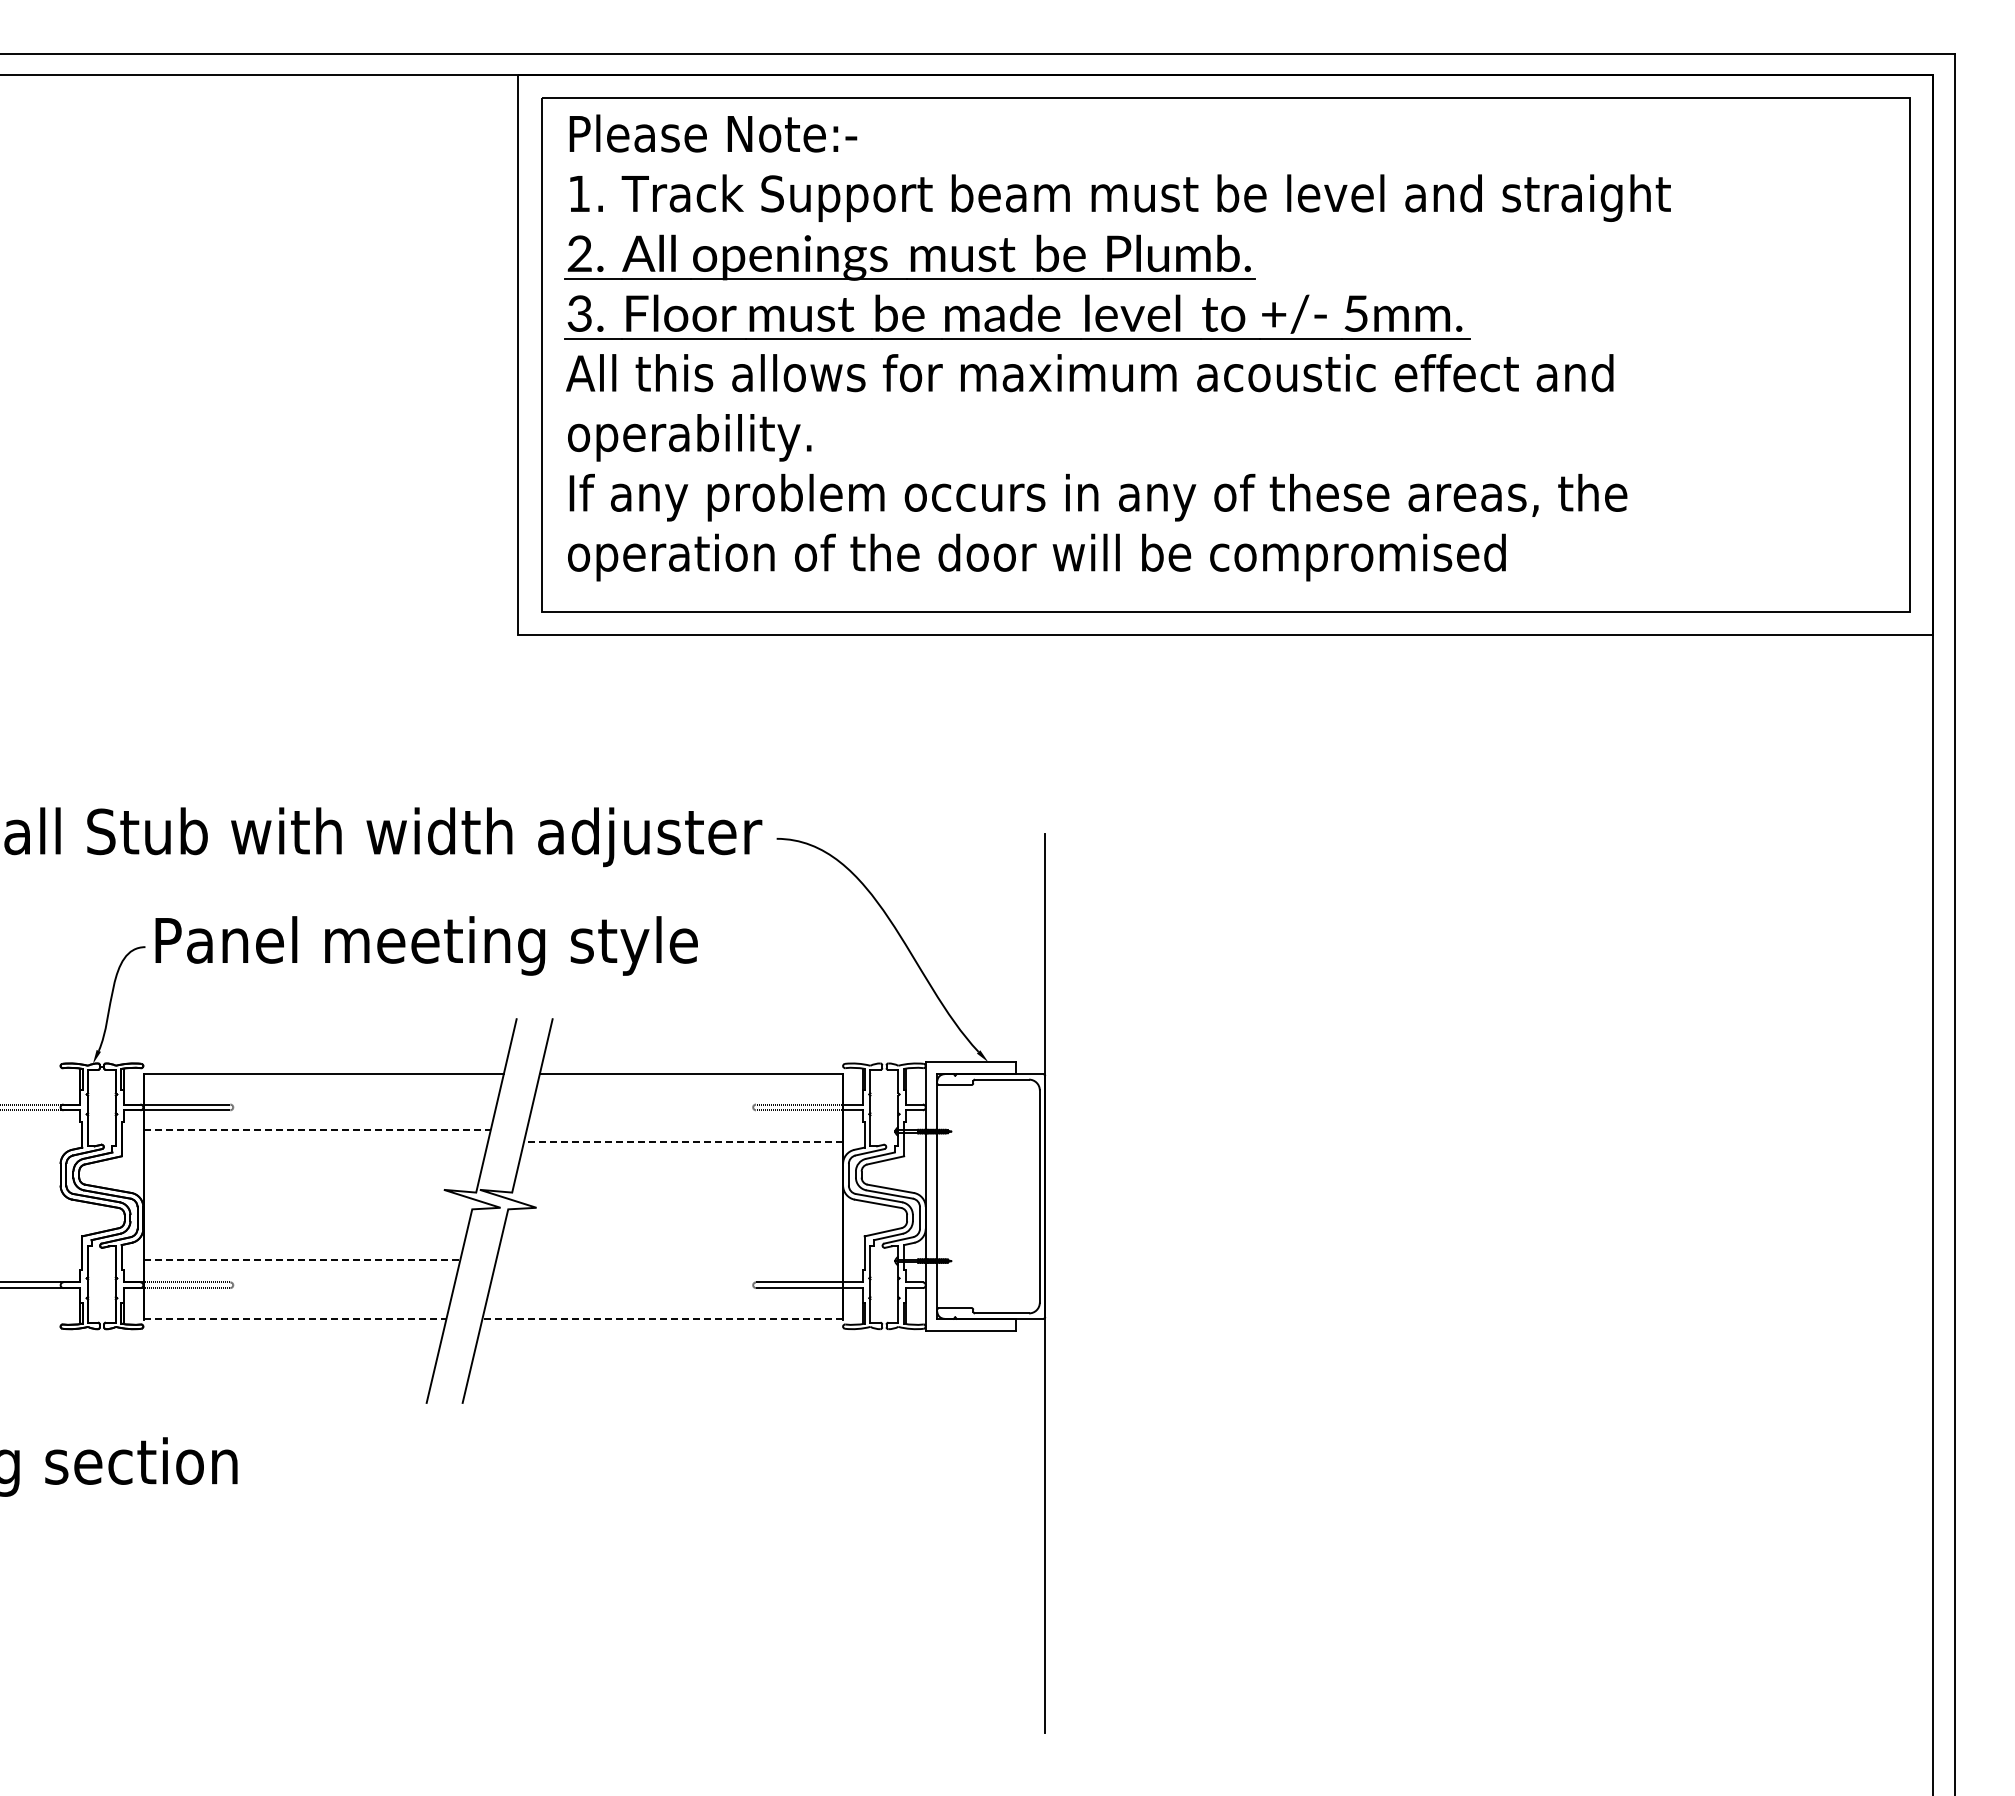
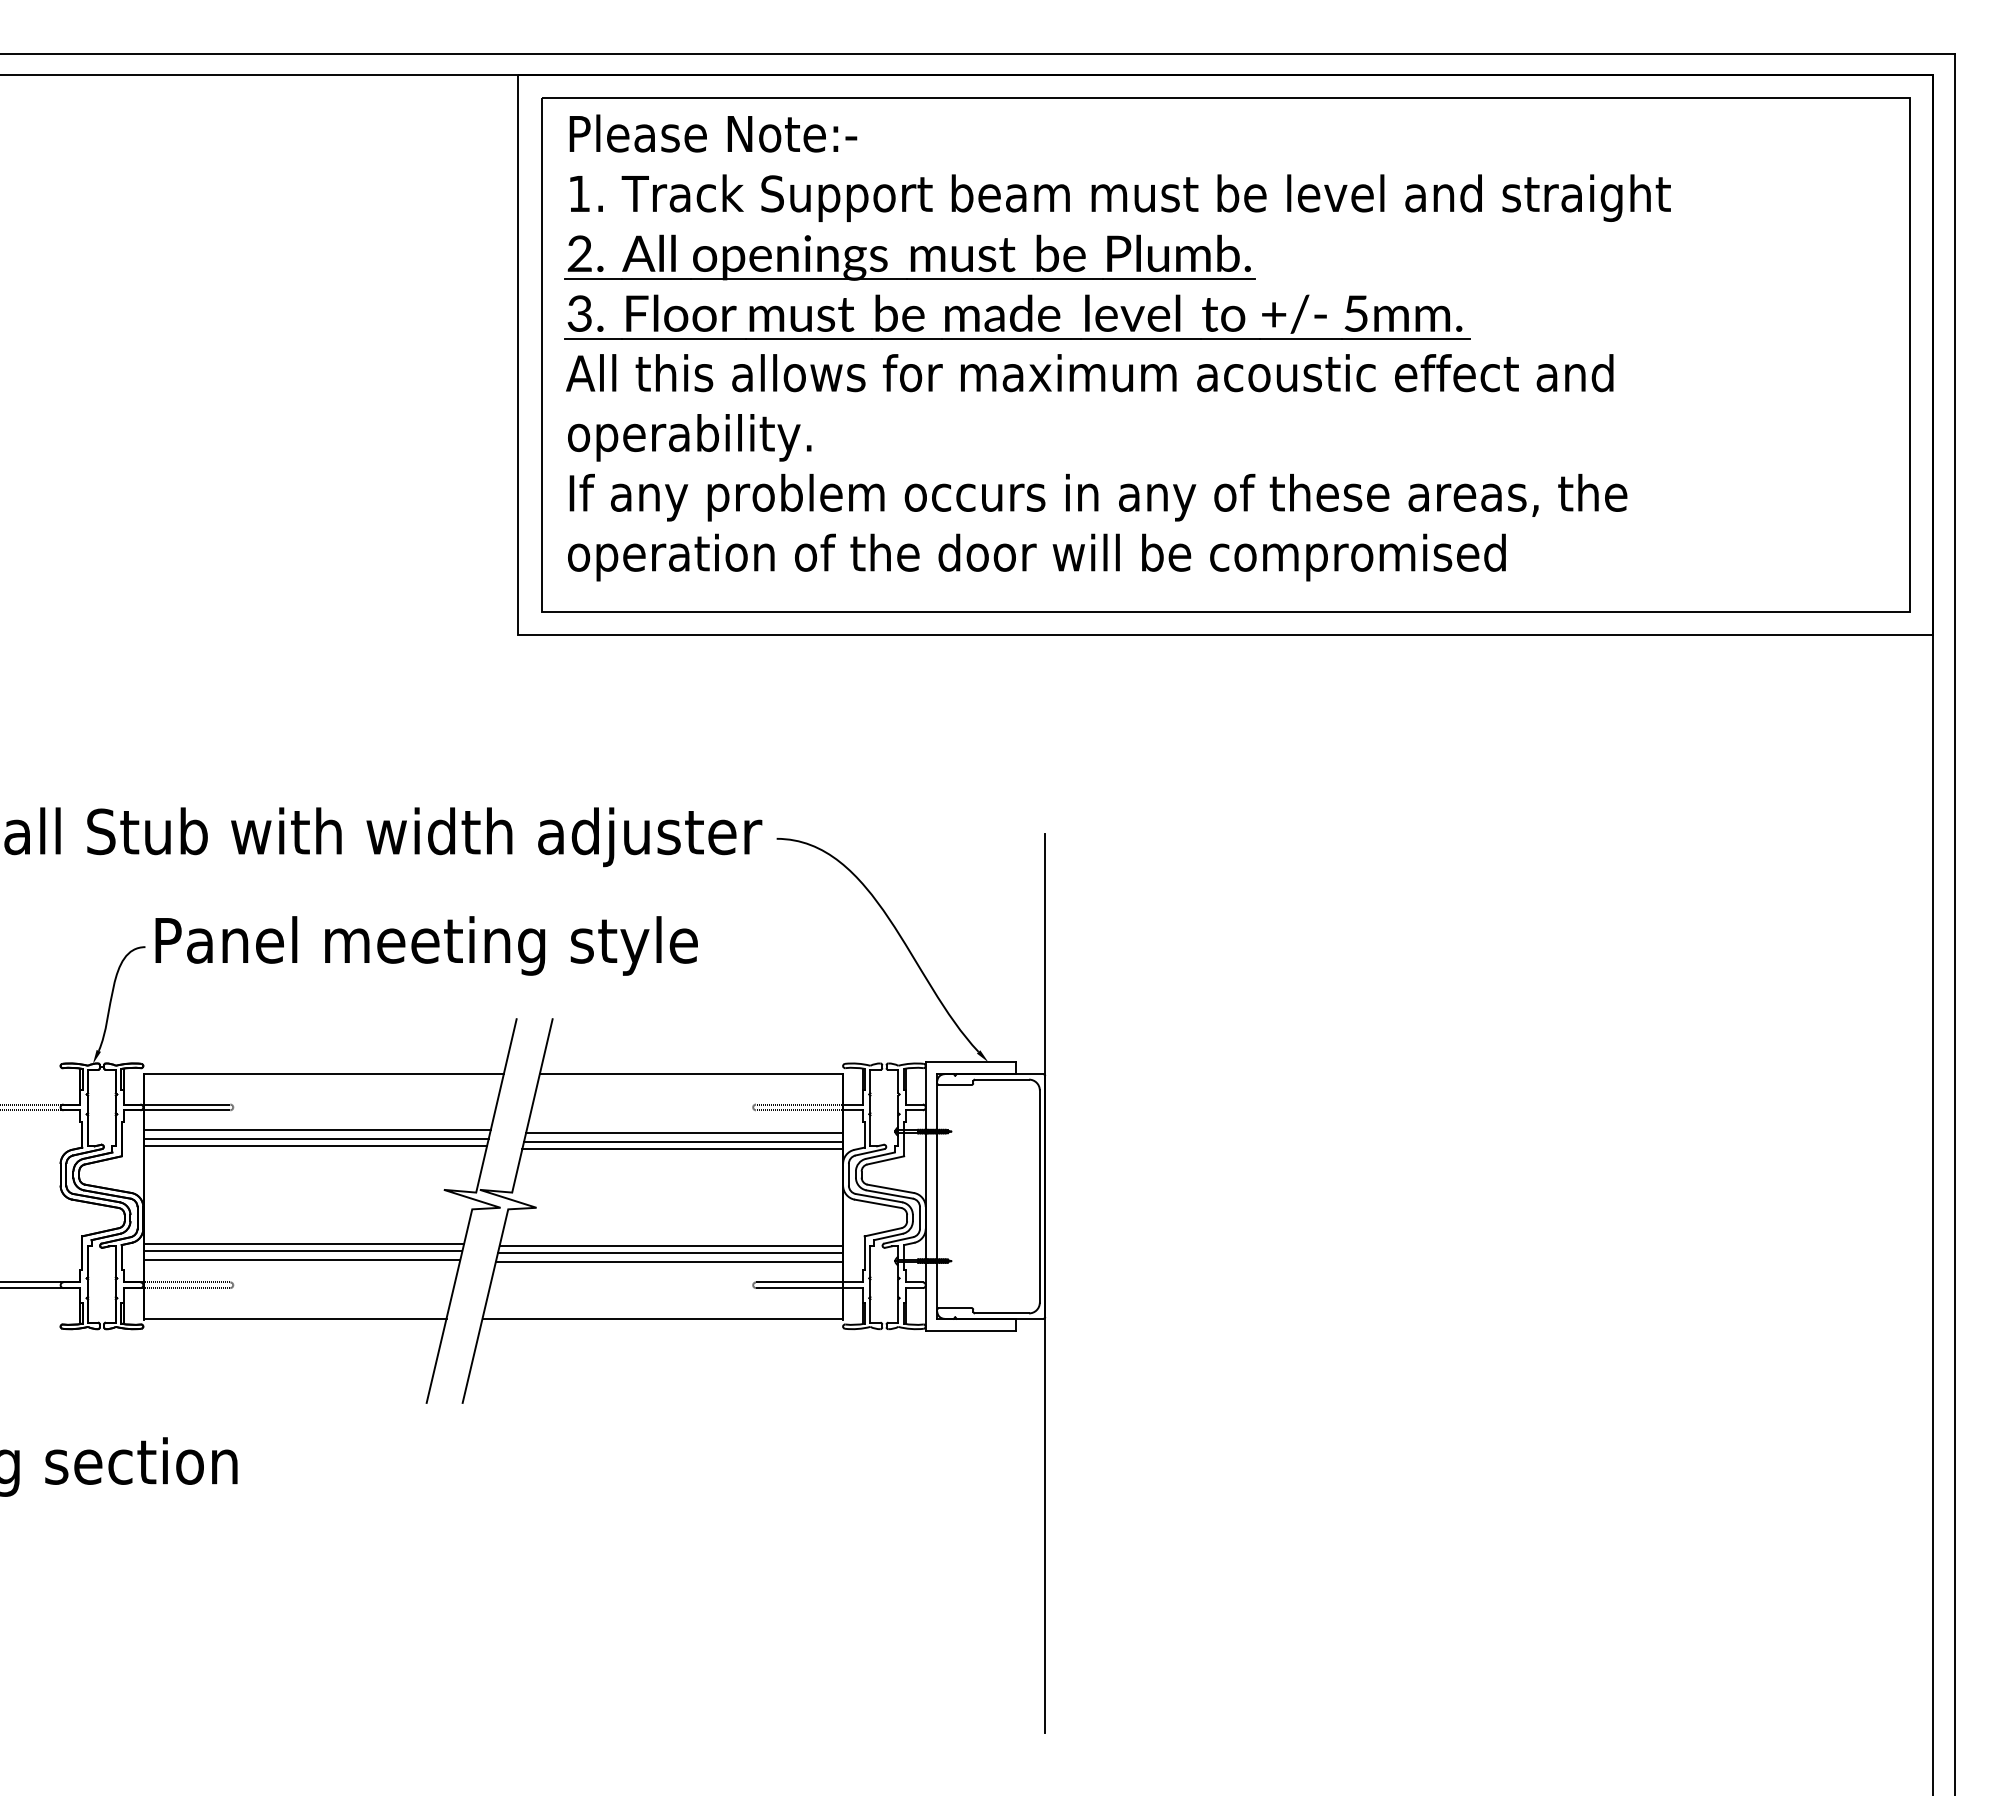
line at (317, 1130): dashed -> solid
line at (684, 1132): none -> present
line at (315, 1139): none -> present
line at (682, 1141): dashed -> solid
line at (314, 1146): none -> present
line at (682, 1149): none -> present
line at (303, 1243): none -> present
line at (670, 1246): none -> present
line at (302, 1250): none -> present
line at (669, 1253): none -> present
line at (302, 1259): dashed -> solid
line at (668, 1262): none -> present
line at (295, 1318): dashed -> solid
line at (662, 1318): dashed -> solid
